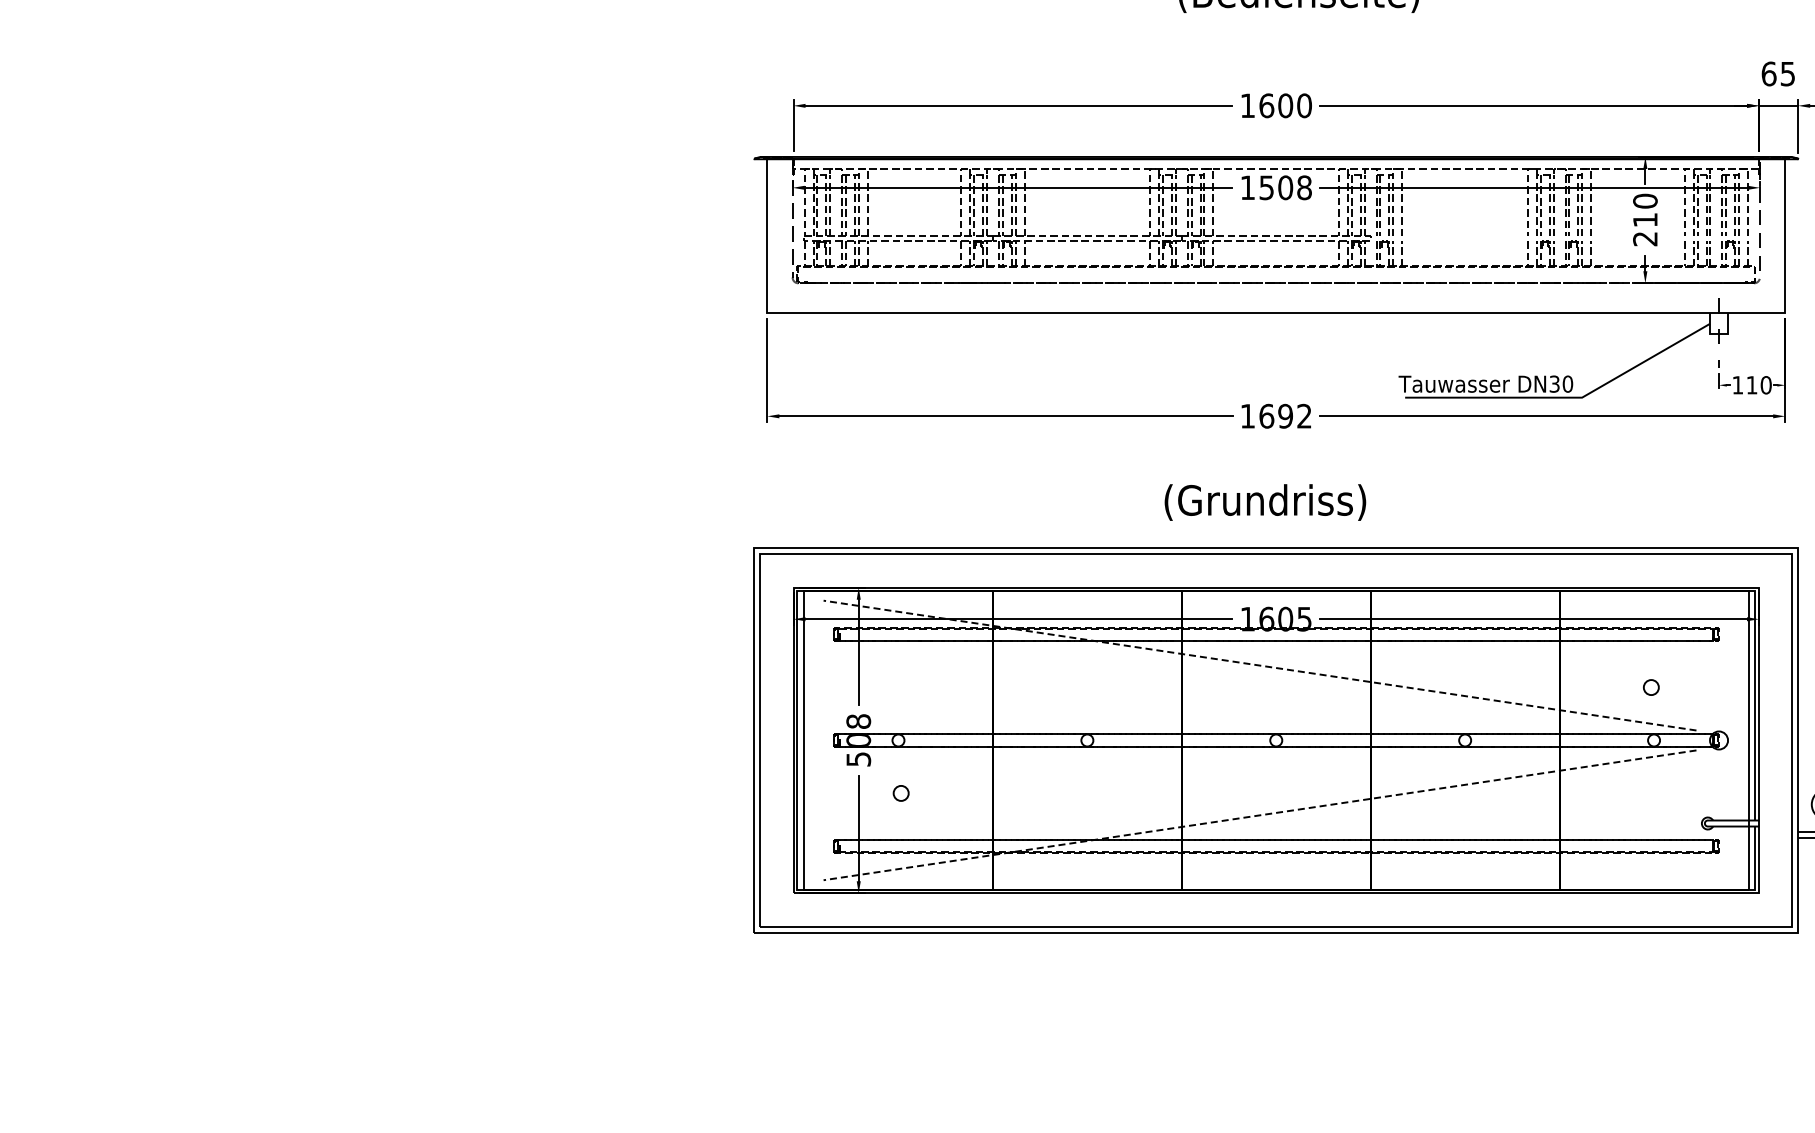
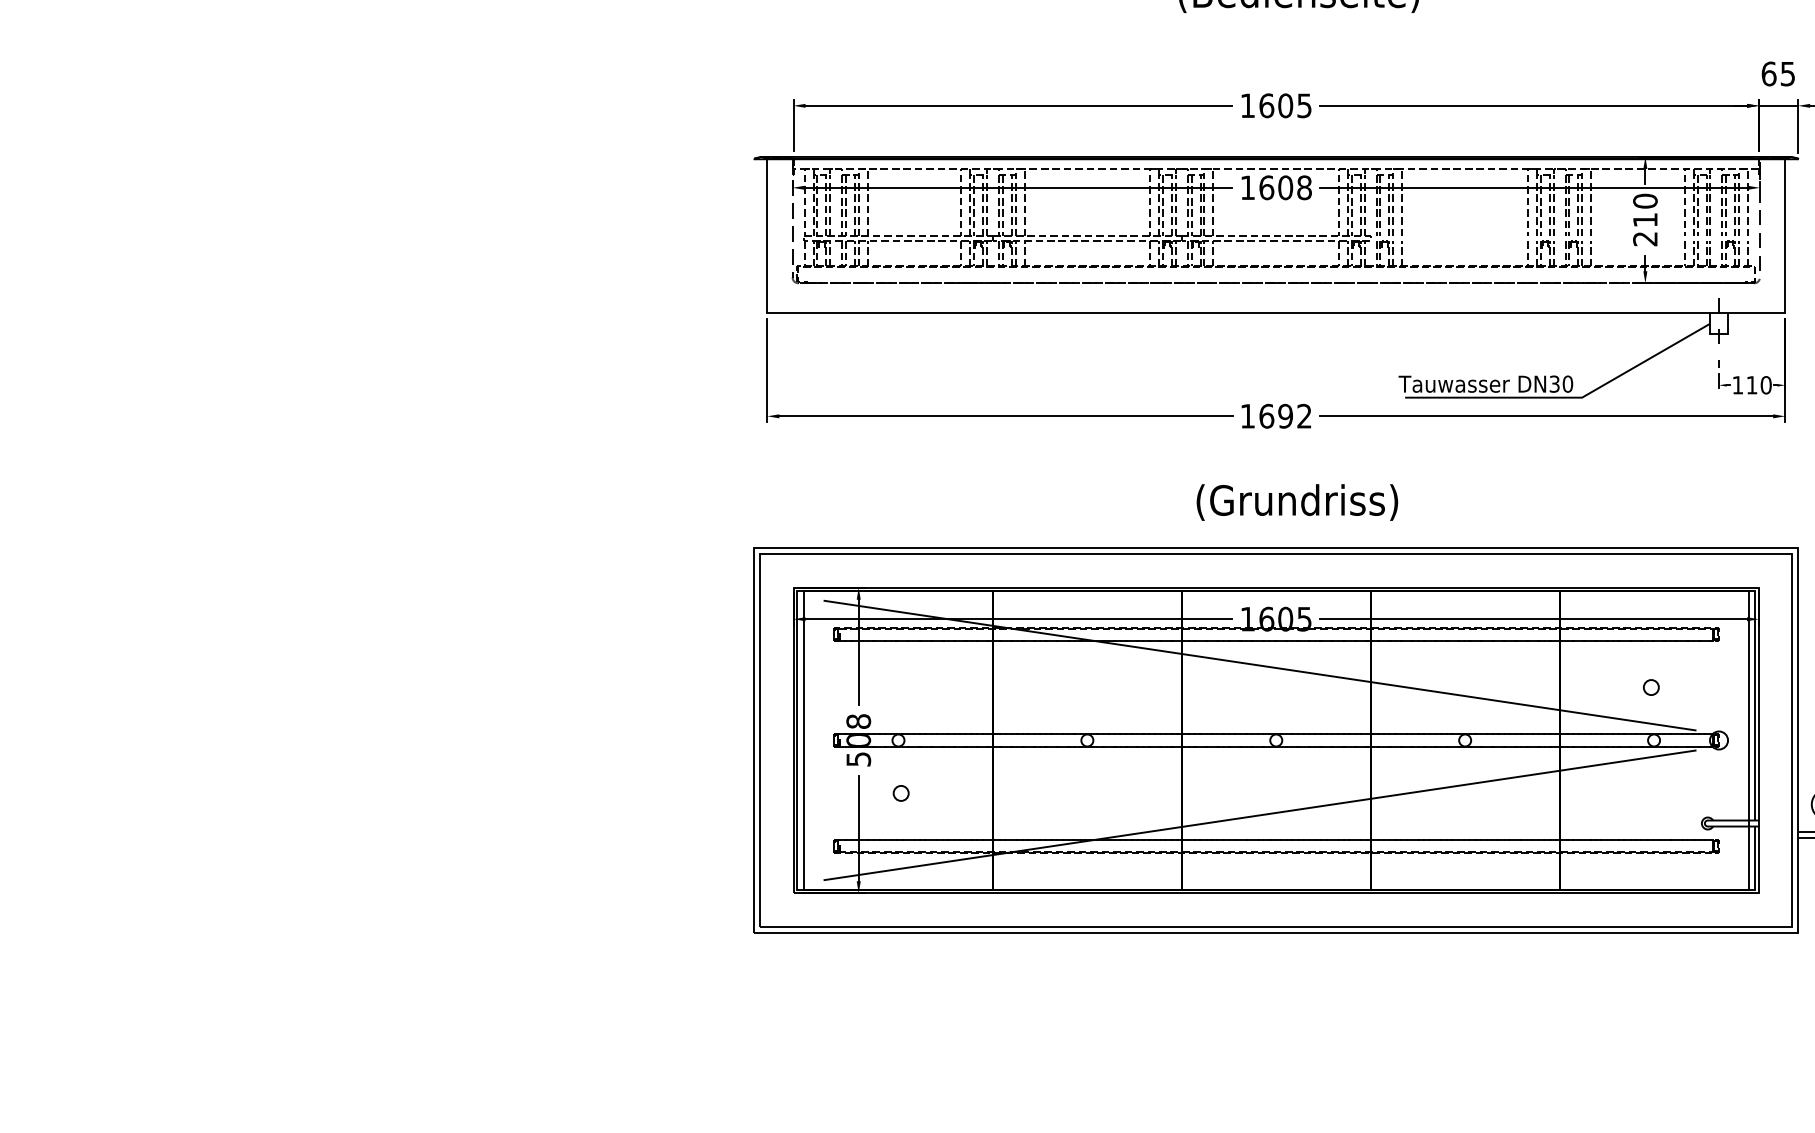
text at (1304, 105): 1600 -> 1605
text at (1266, 187): 1508 -> 1608
text at (1265, 502) position: (1265, 502) -> (1297, 502)
line at (1259, 665): dashed -> solid
line at (1259, 815): dashed -> solid
